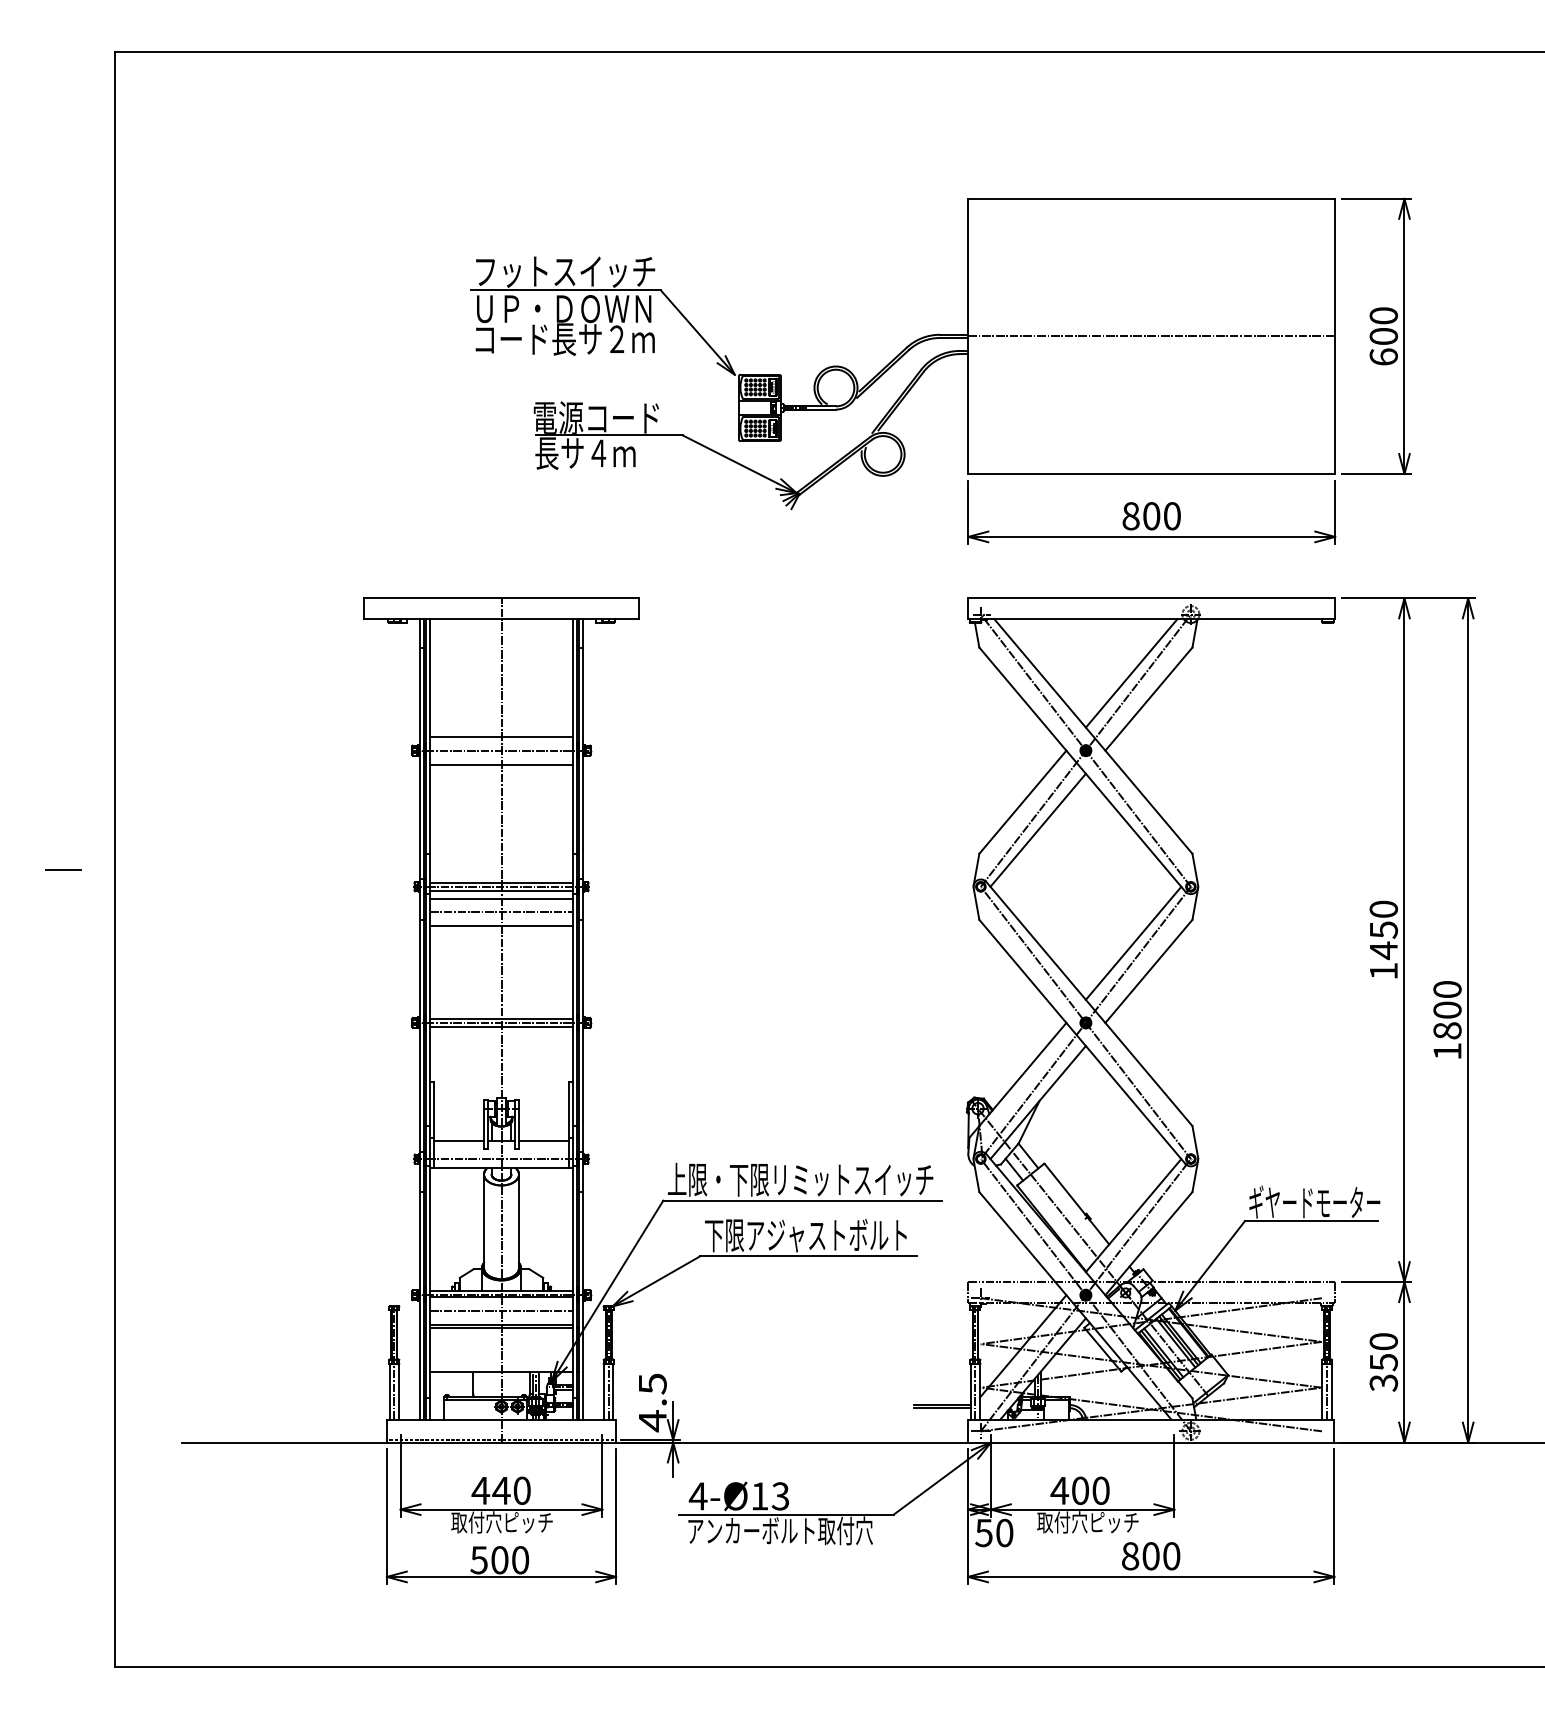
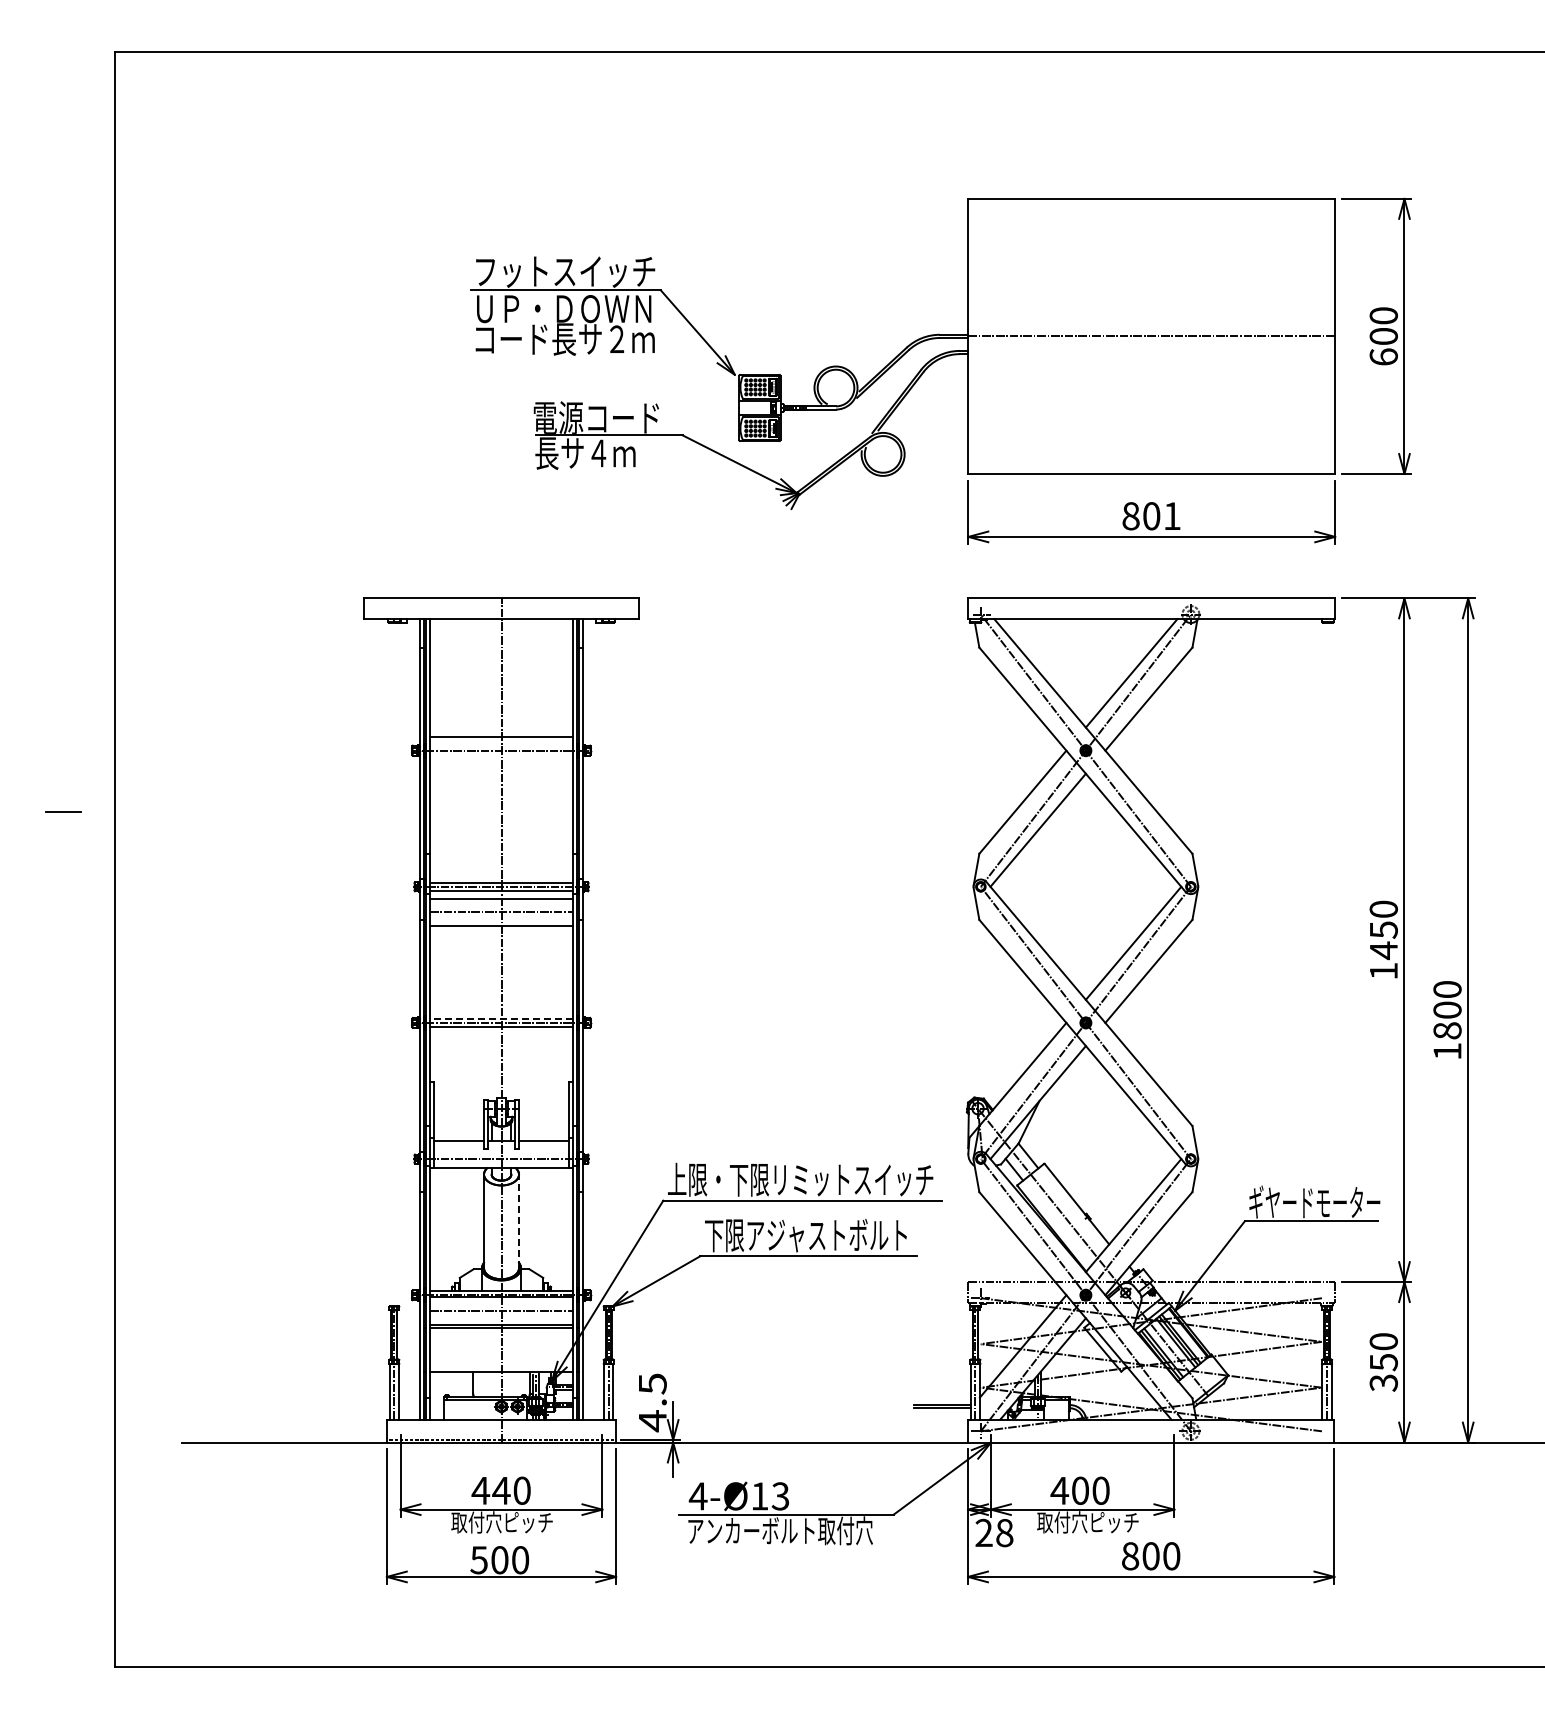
text at (1172, 516): 800 -> 801
line at (501, 764): present -> none
line at (63, 869) position: (63, 869) -> (63, 811)
line at (501, 1018): solid -> dashed
line at (519, 1221): solid -> dashed
text at (994, 1532): 50 -> 28
